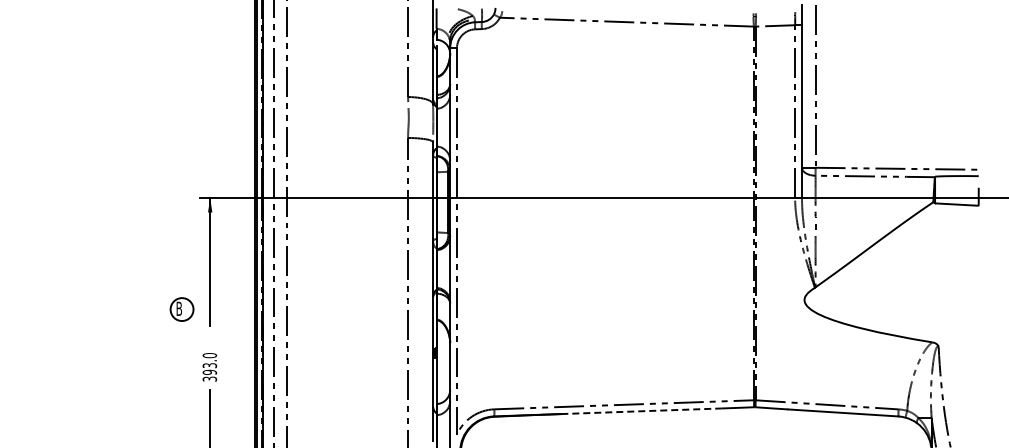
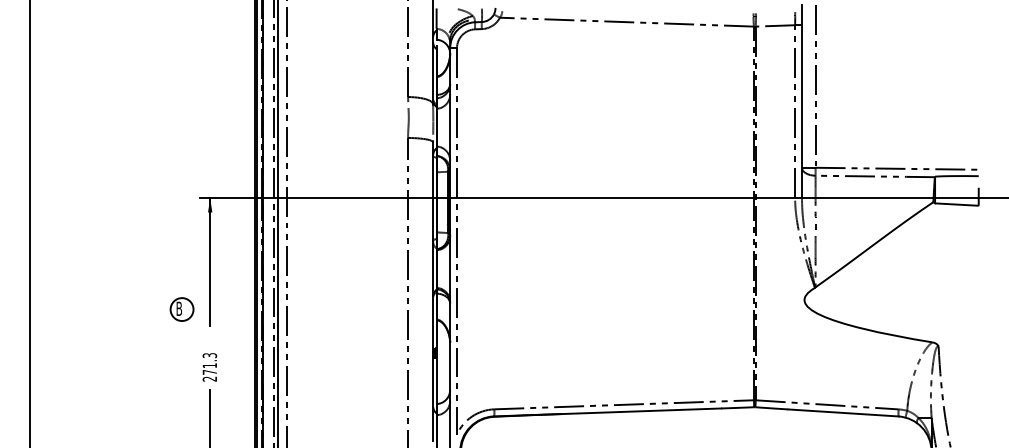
line at (30, 223): none -> present
line at (277, 223): none -> present
text at (209, 367): 393.0 -> 271.3
line at (641, 411): dashed -> solid
